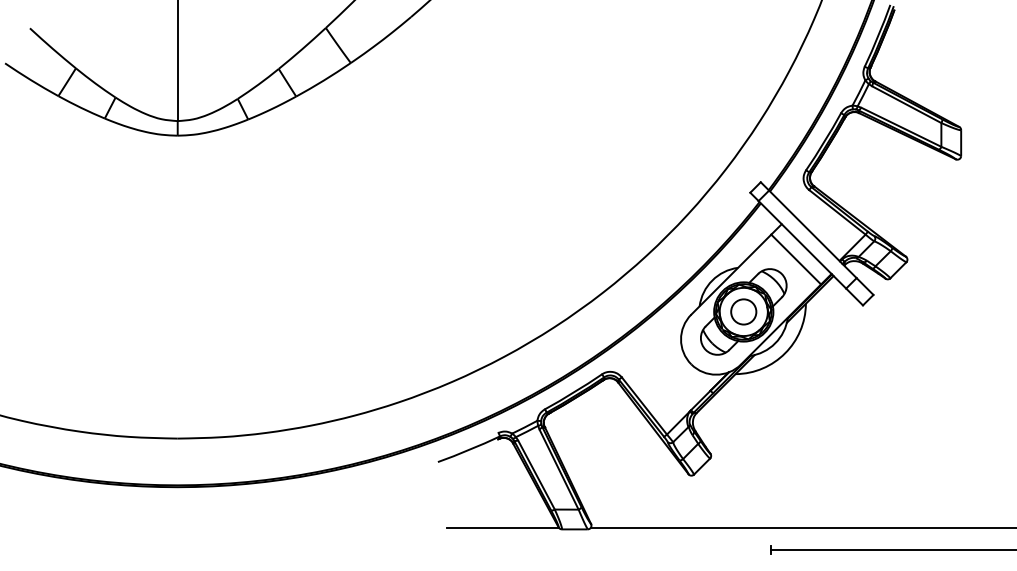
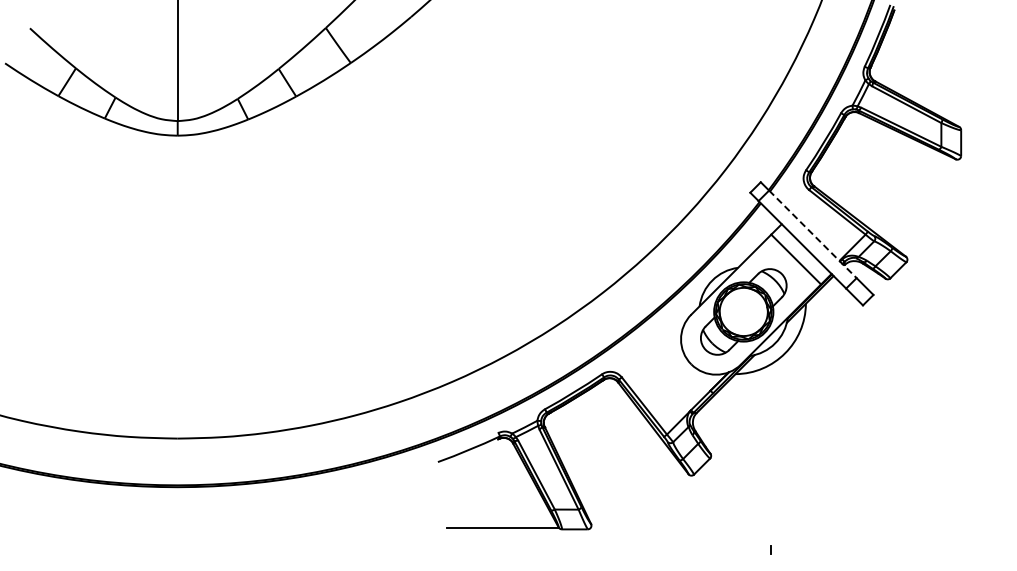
line at (812, 234): solid -> dashed
circle at (743, 311): present -> none
line at (801, 527): present -> none
line at (891, 550): present -> none
